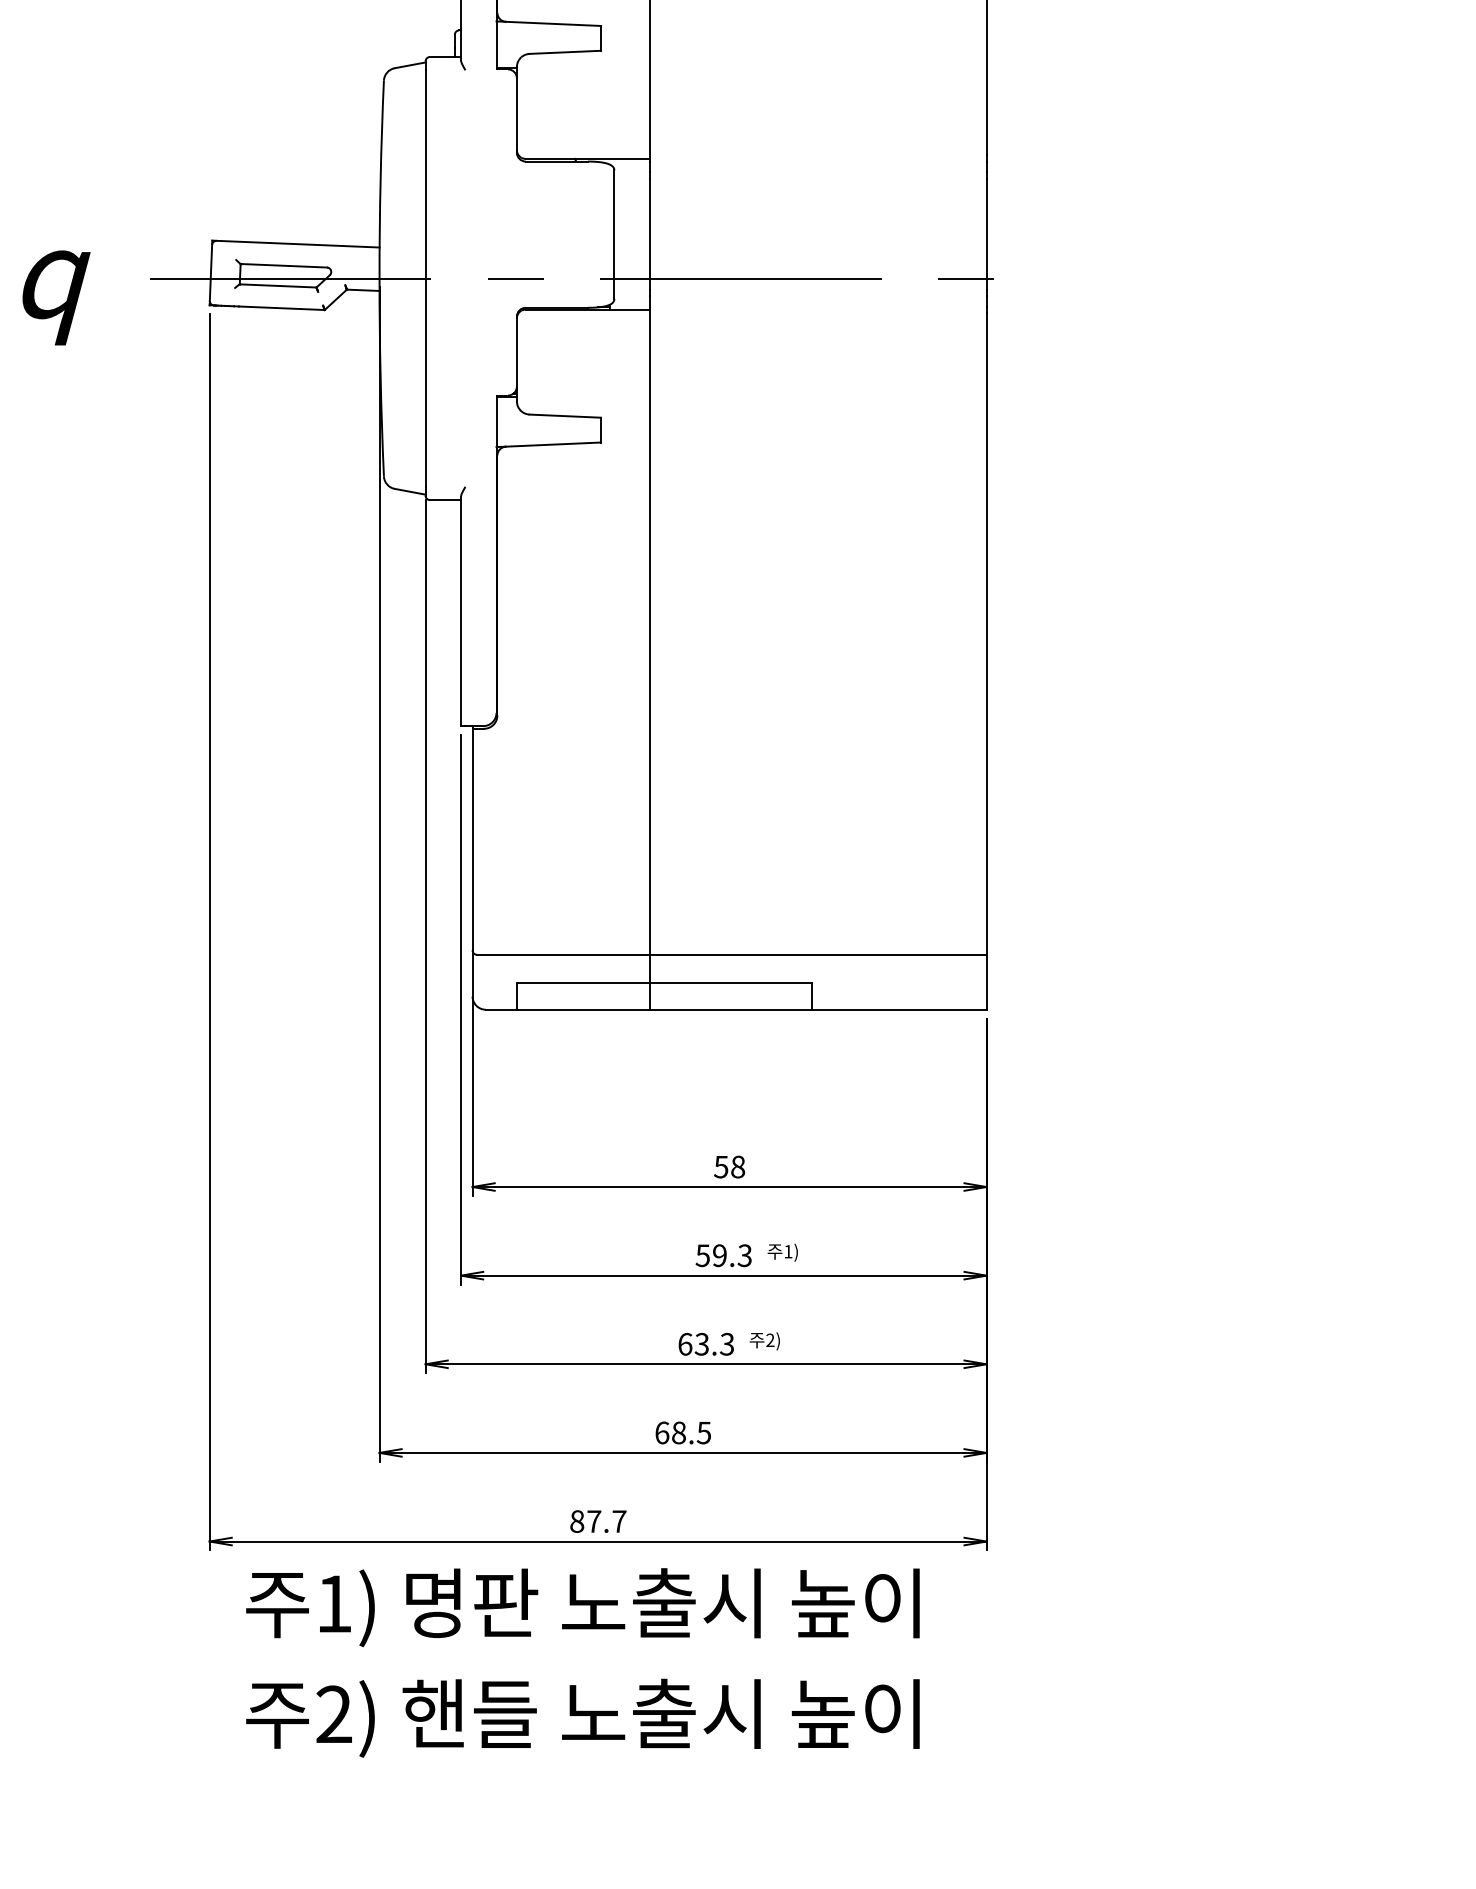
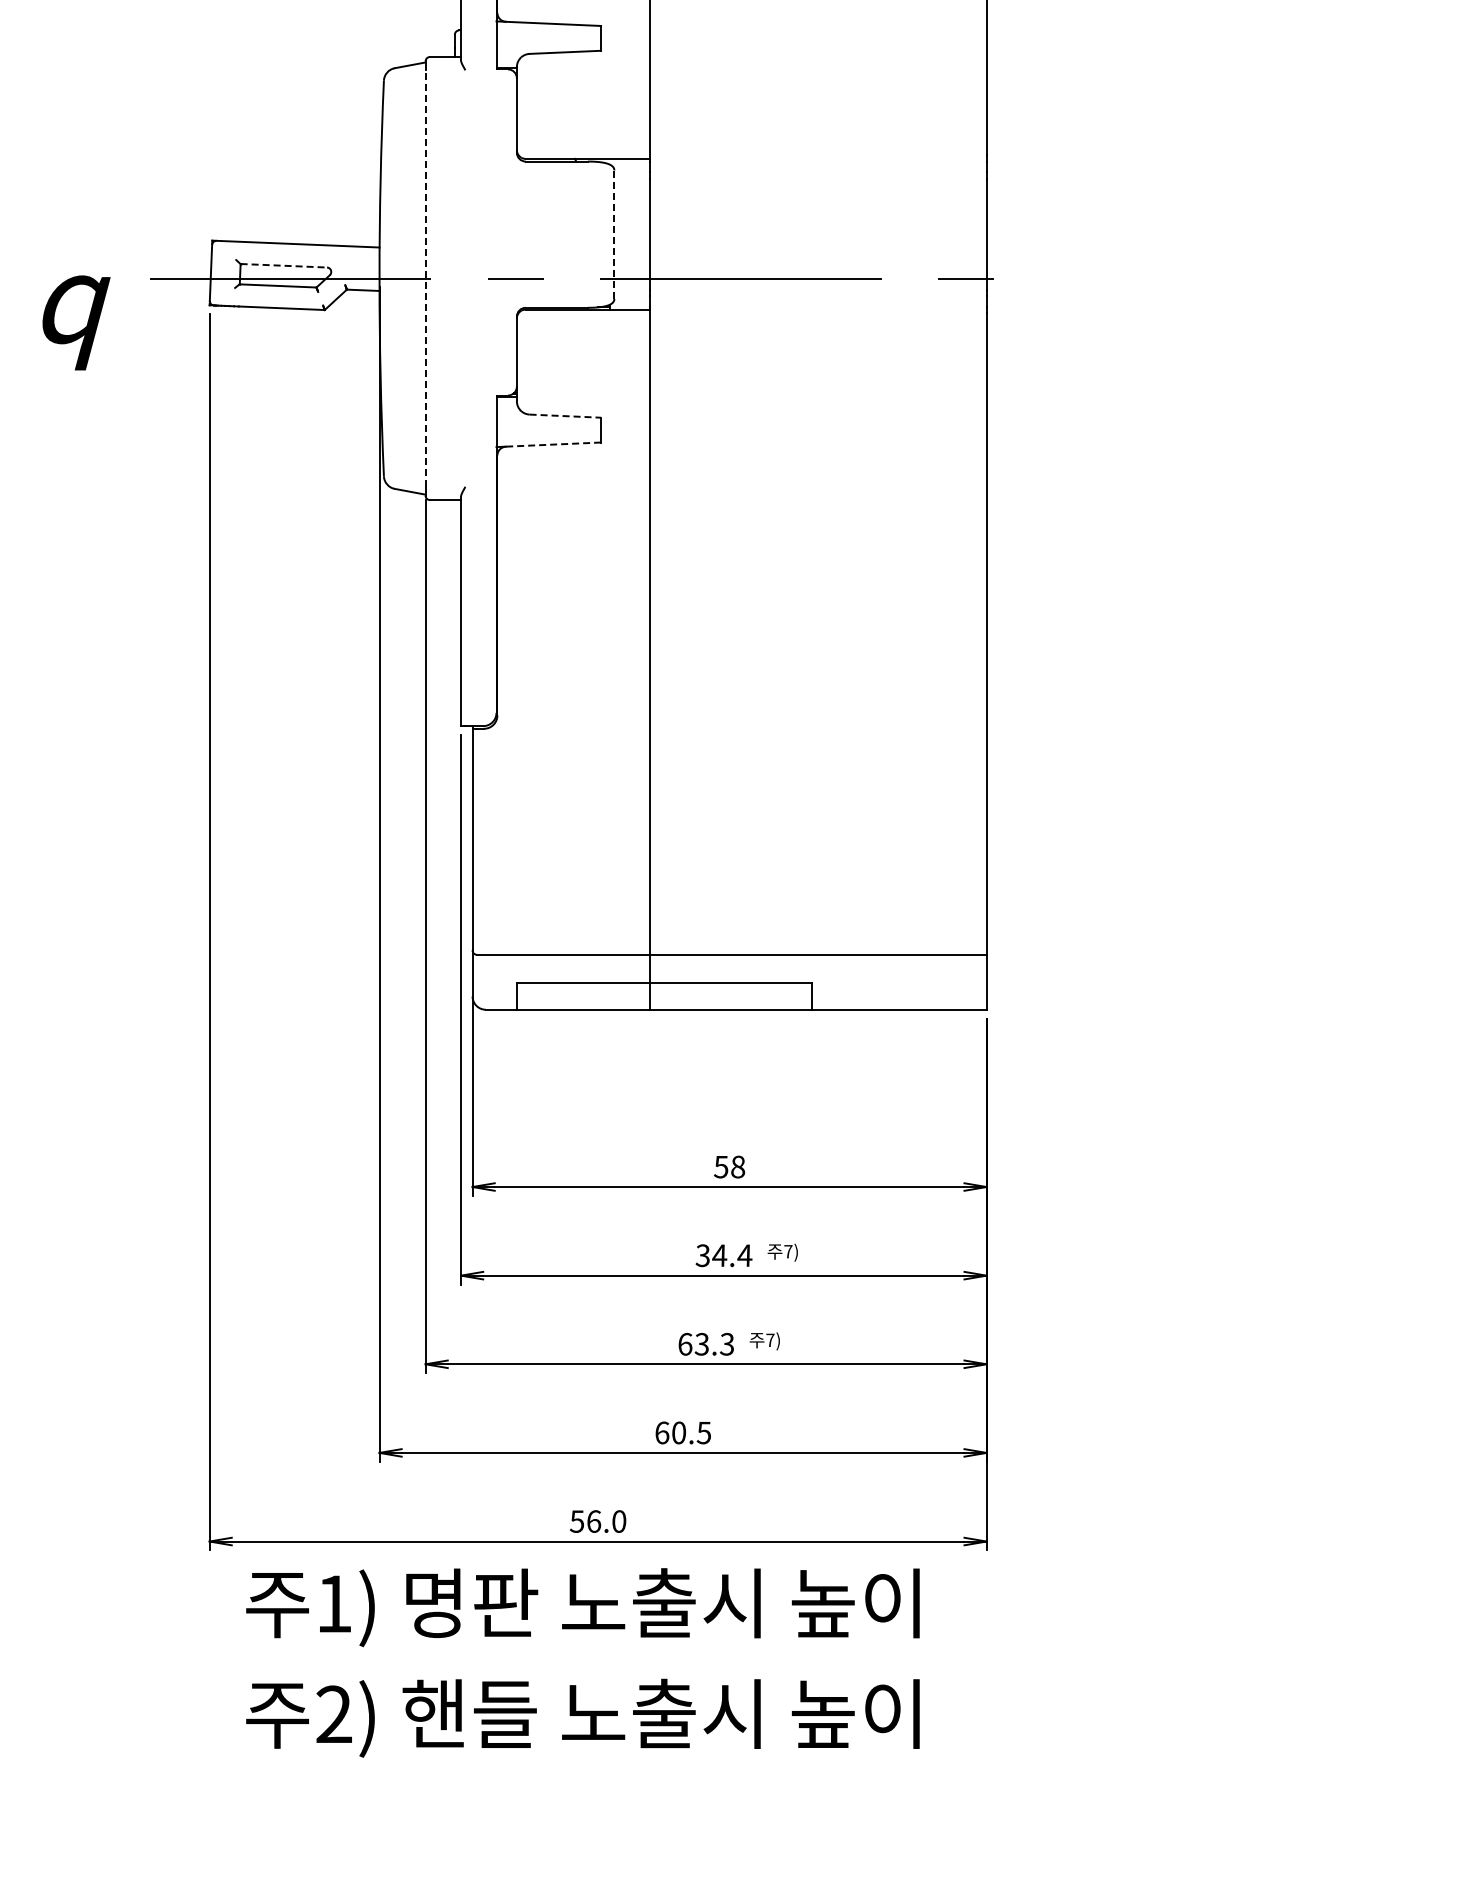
line at (614, 234): solid -> dashed
line at (284, 265): solid -> dashed
line at (425, 278): solid -> dashed
text at (56, 297) position: (56, 297) -> (76, 322)
line at (565, 416): solid -> dashed
line at (553, 444): solid -> dashed
text at (788, 1251): 1) -> 7)
text at (724, 1255): 59.3 -> 34.4
text at (770, 1339): 2) -> 7)
text at (678, 1433): 68.5 -> 60.5
text at (597, 1521): 87.7 -> 56.0
